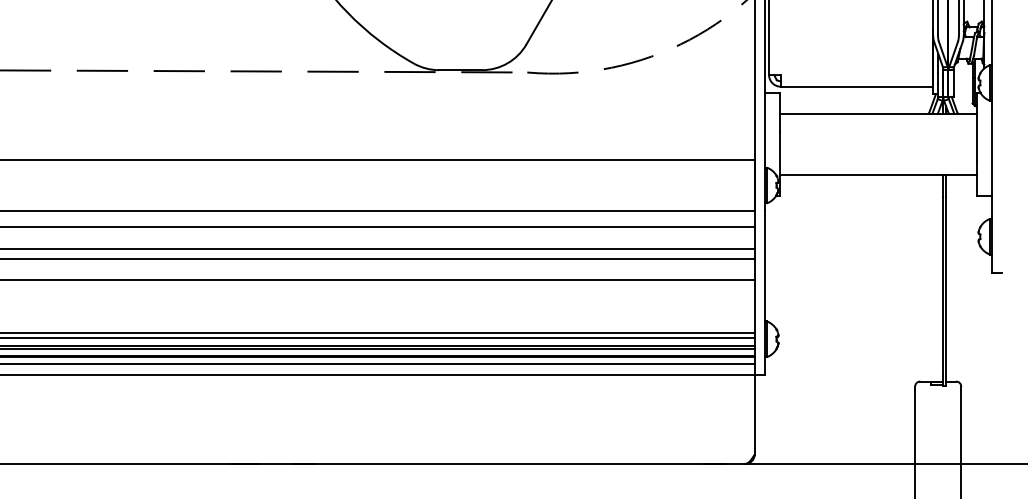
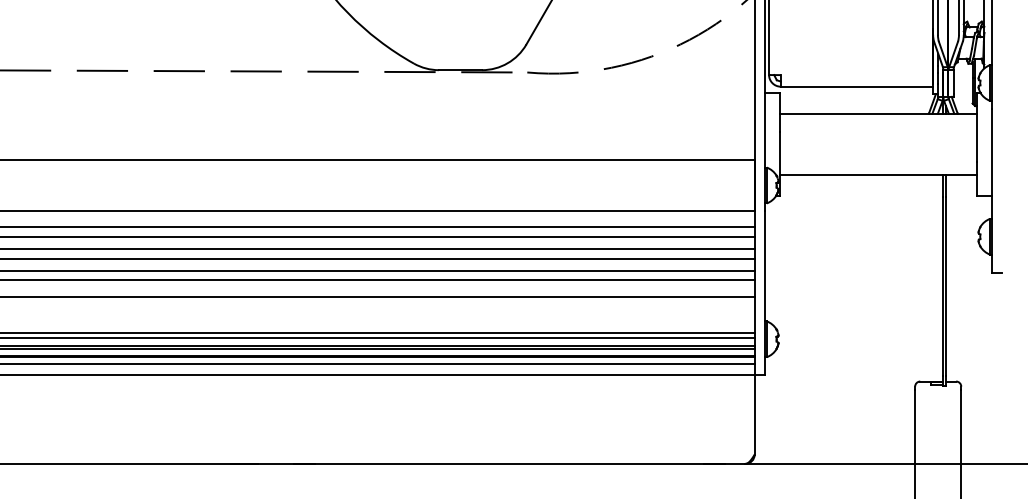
line at (378, 237): none -> present
line at (378, 270): none -> present
line at (378, 296): none -> present
